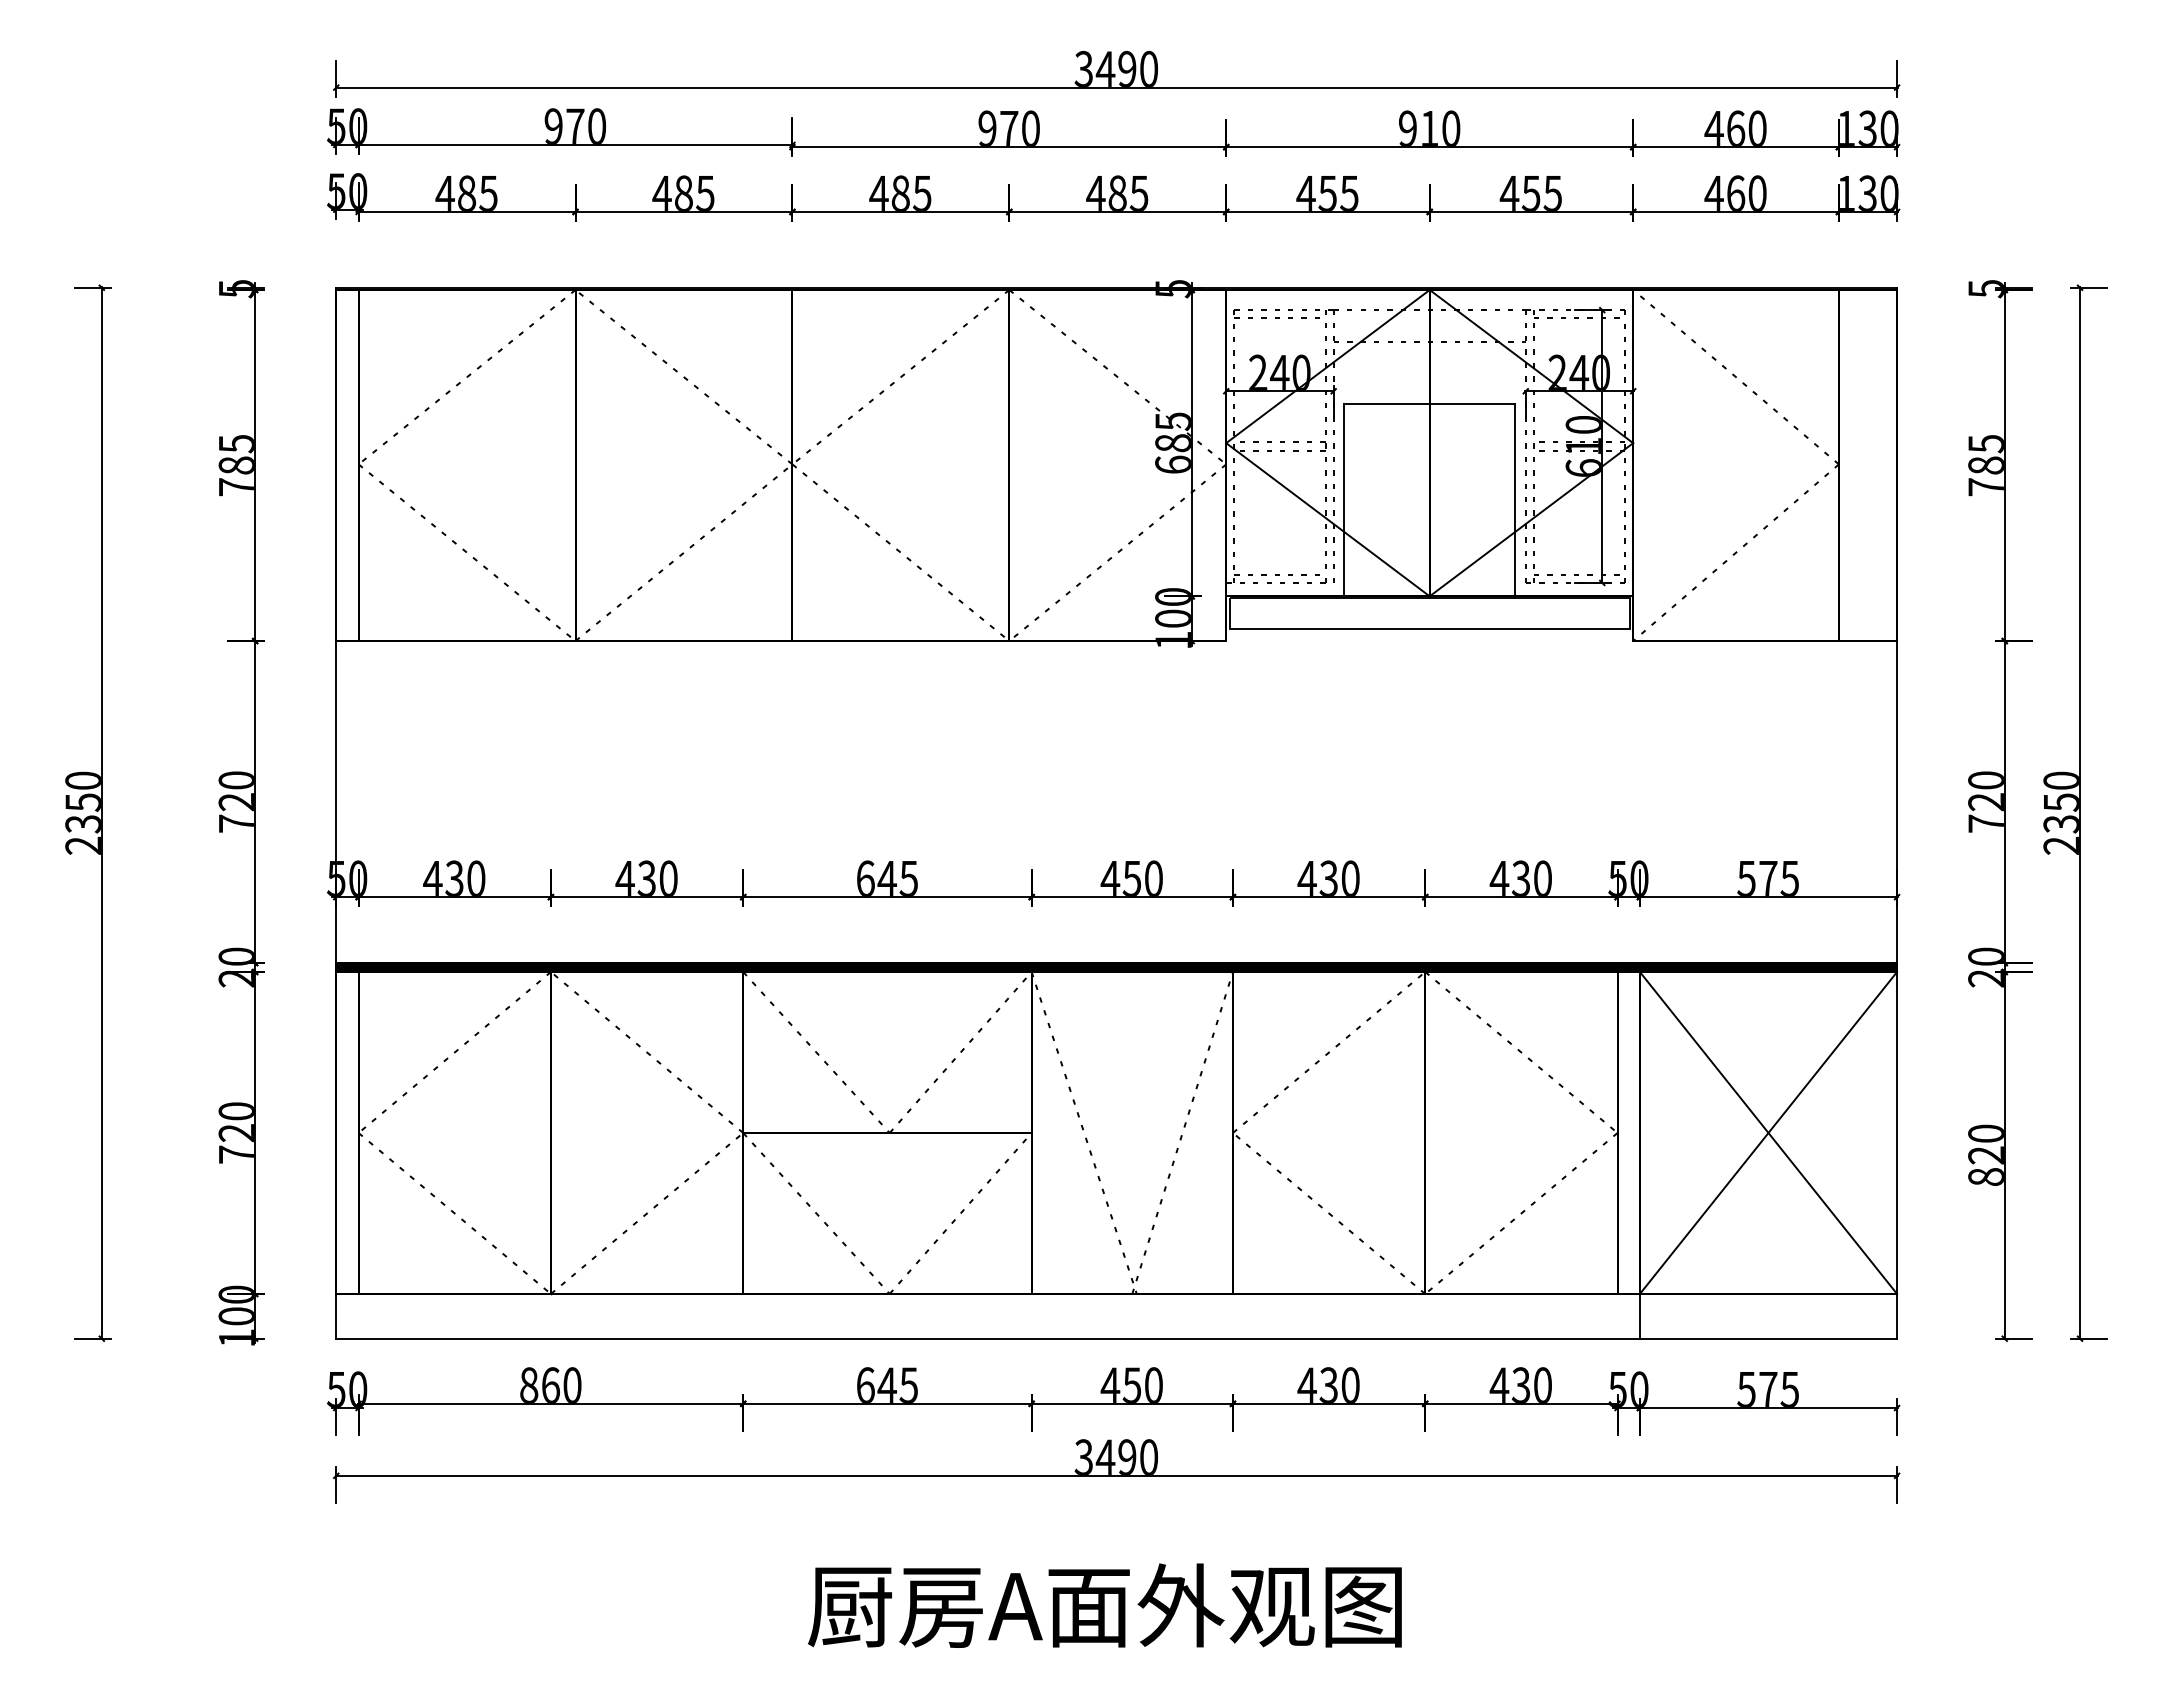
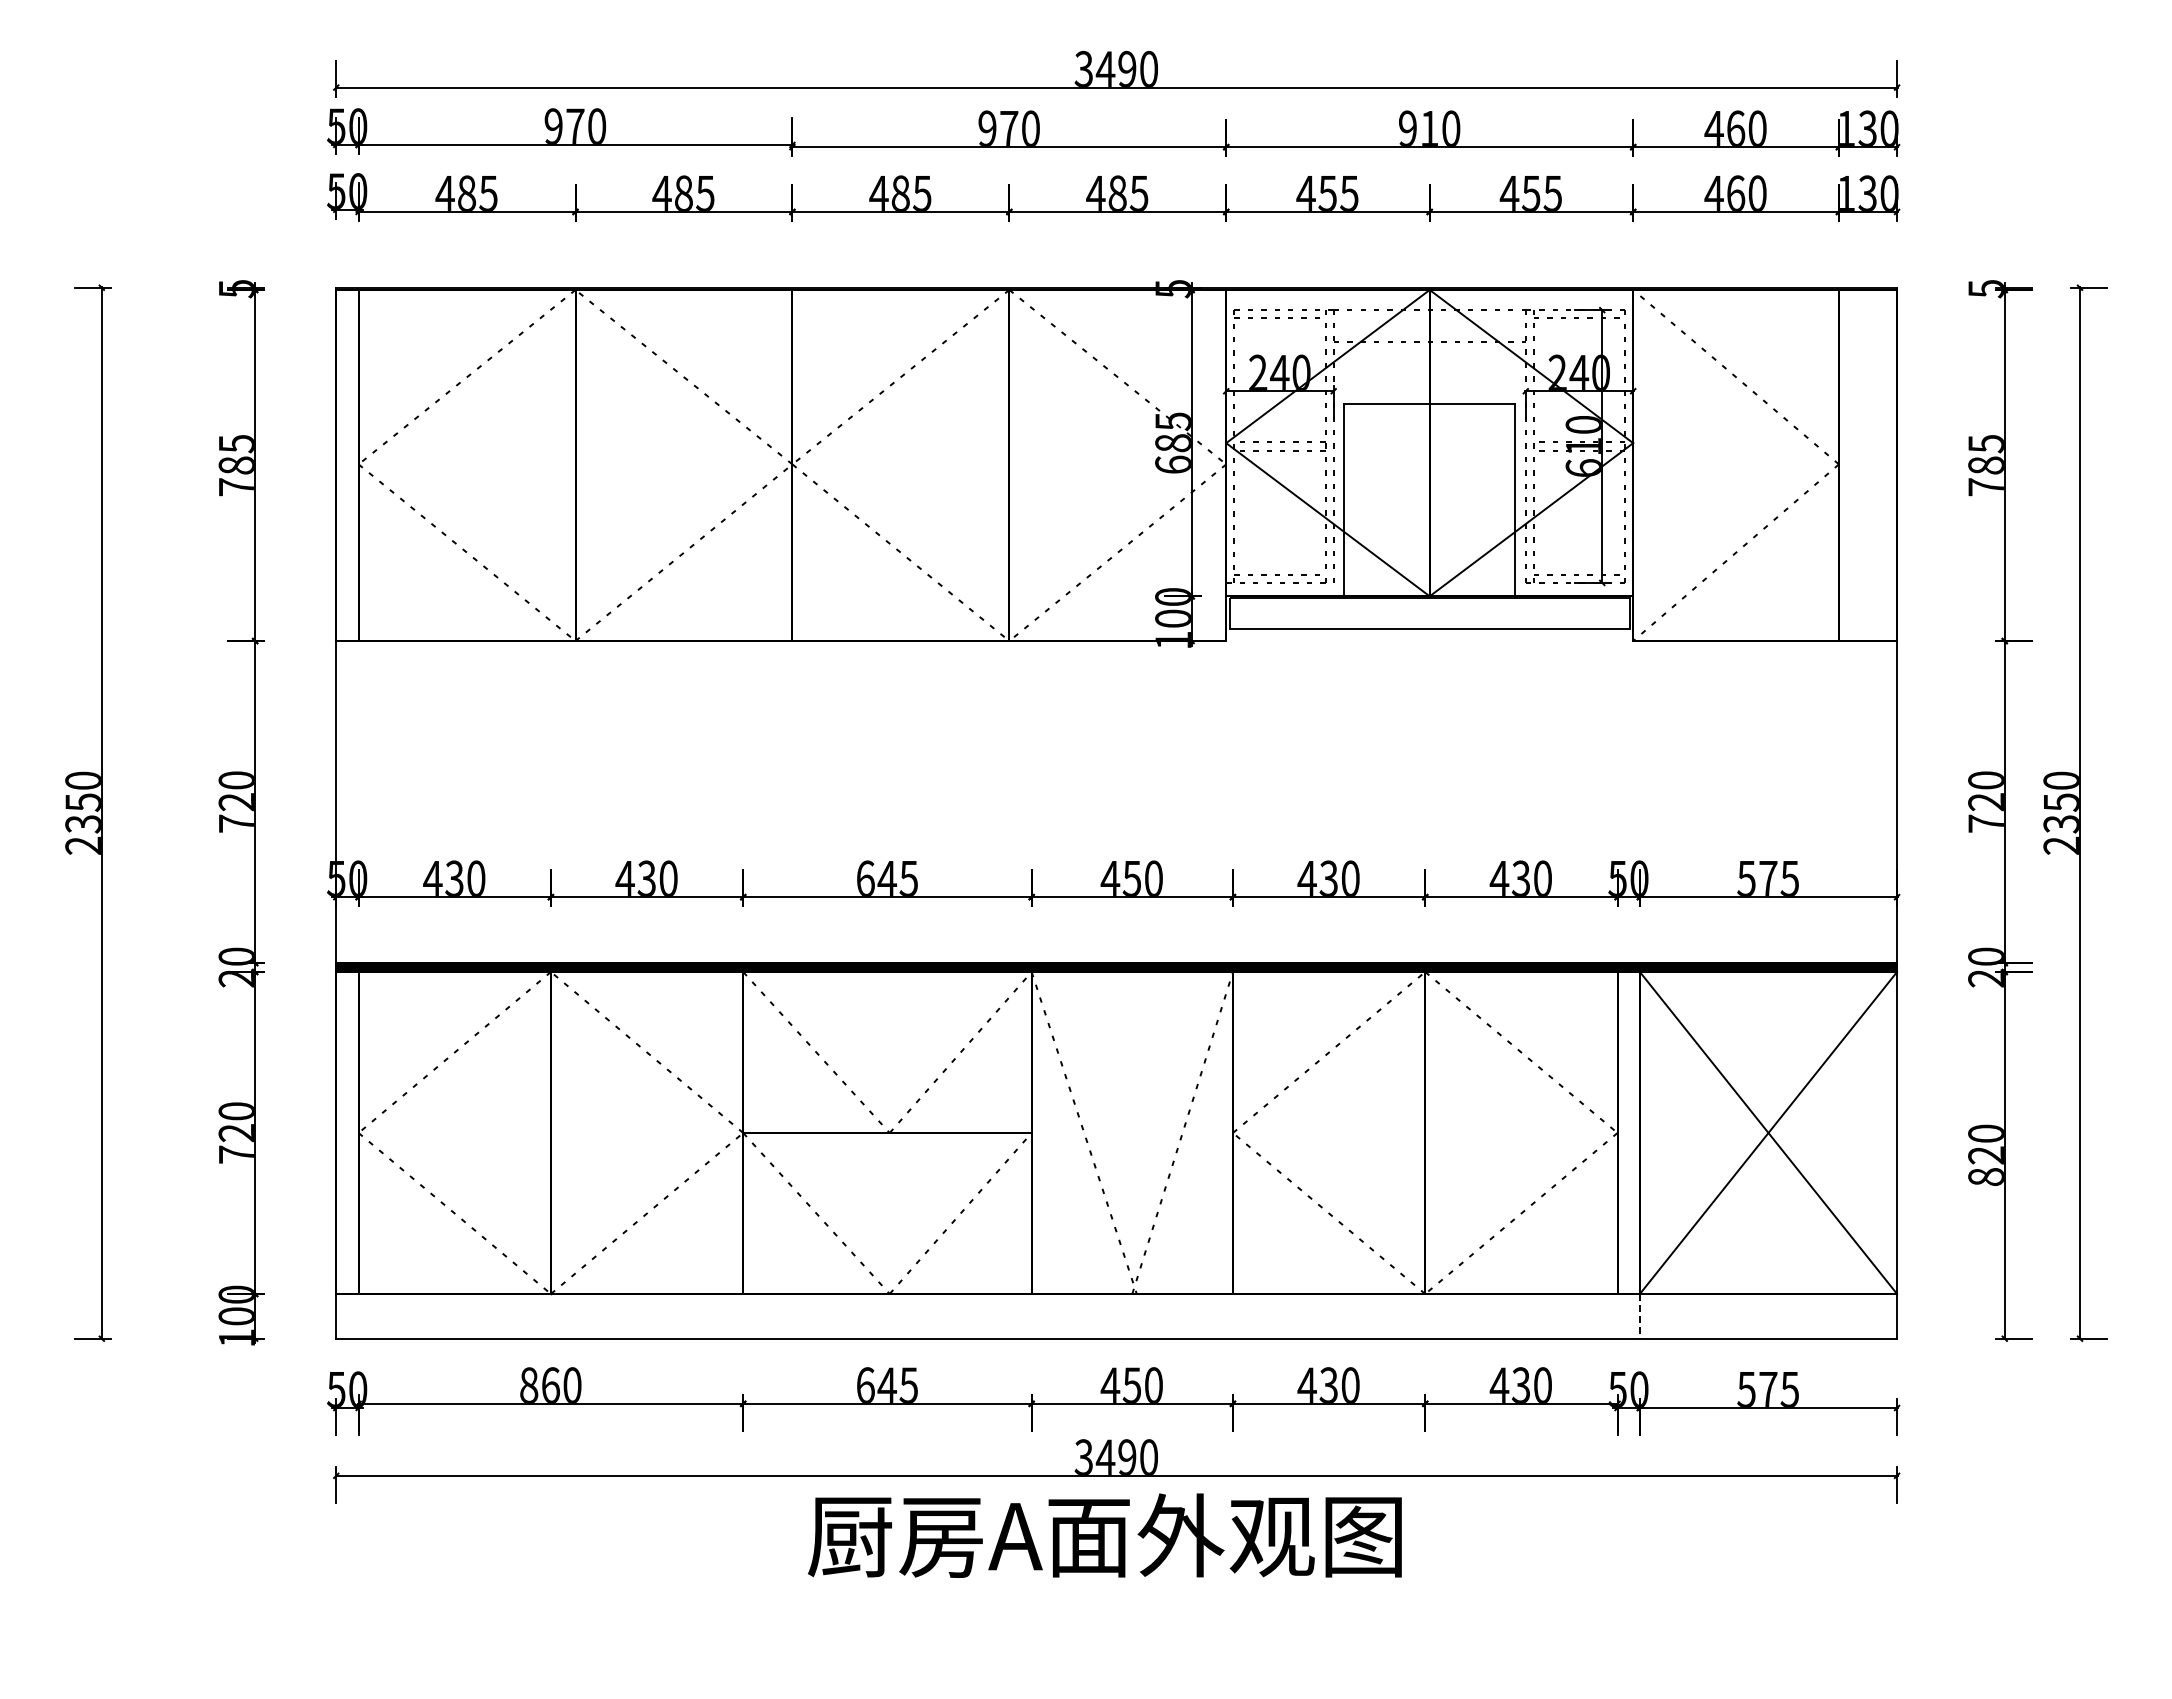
line at (1639, 1316): solid -> dashed
text at (1104, 1605) position: (1104, 1605) -> (1104, 1535)
